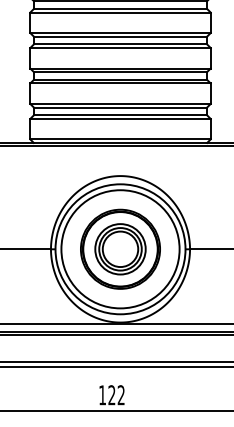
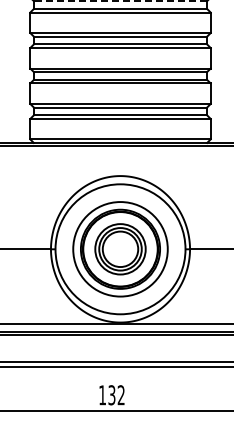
line at (120, 1): solid -> dashed
circle at (120, 249) diameter: 118 px -> 95 px
text at (111, 395): 122 -> 132
